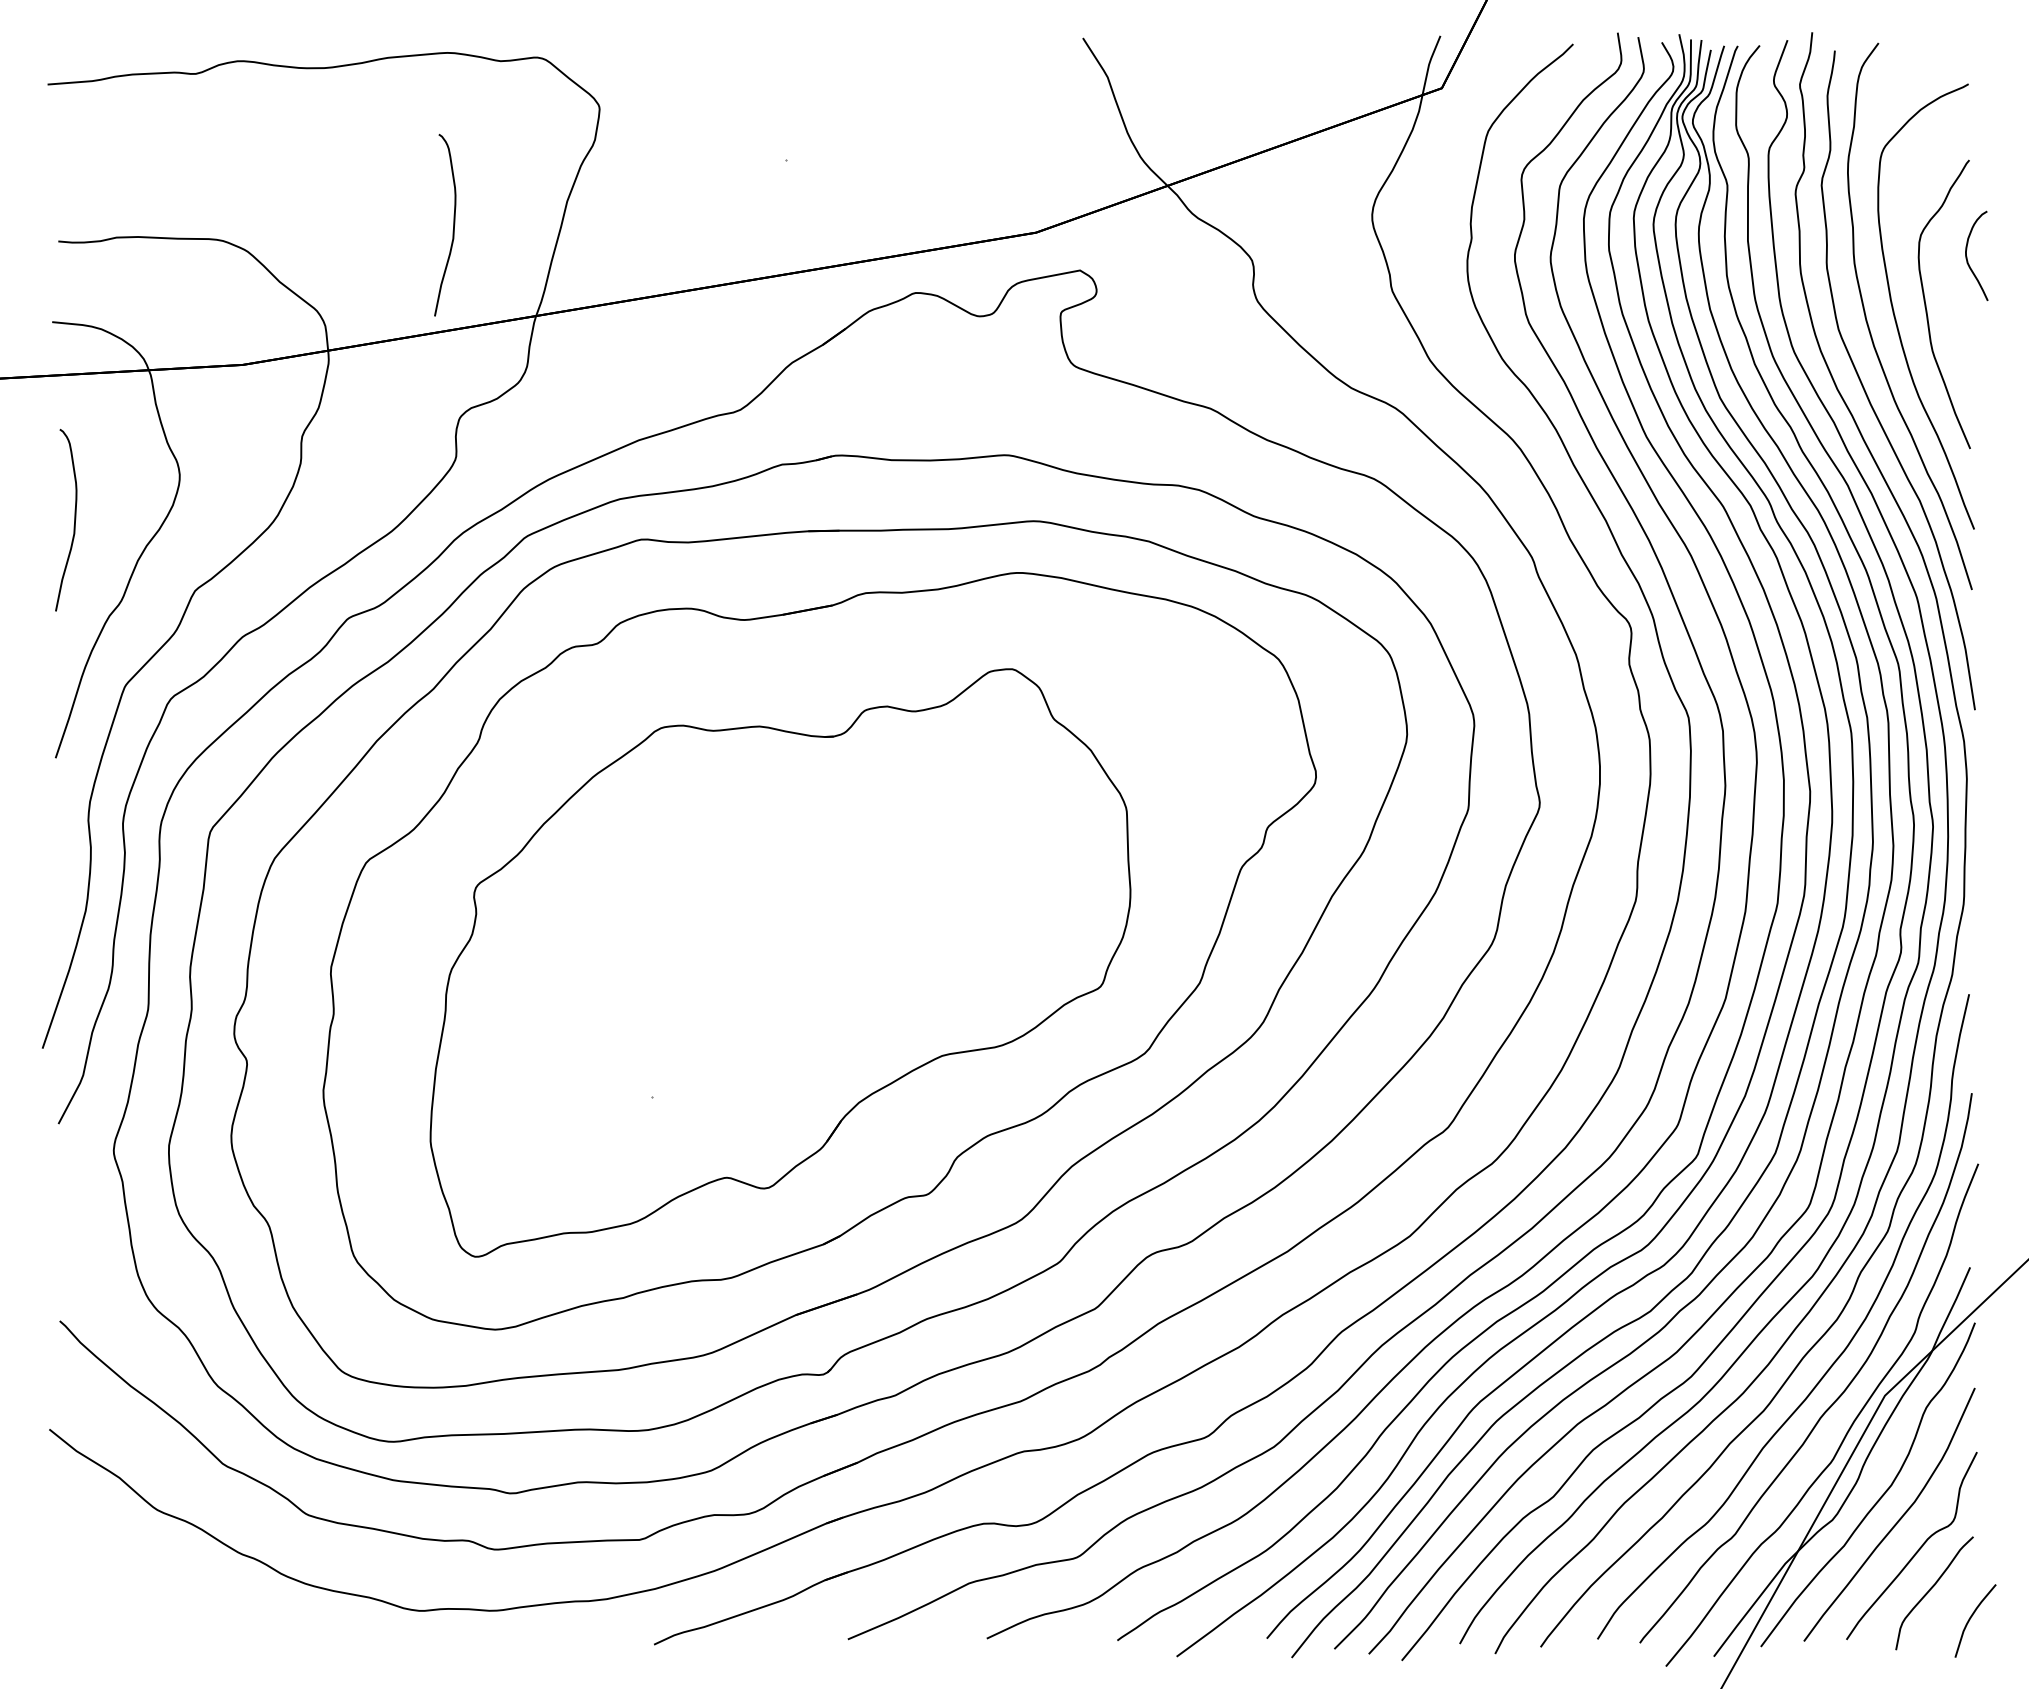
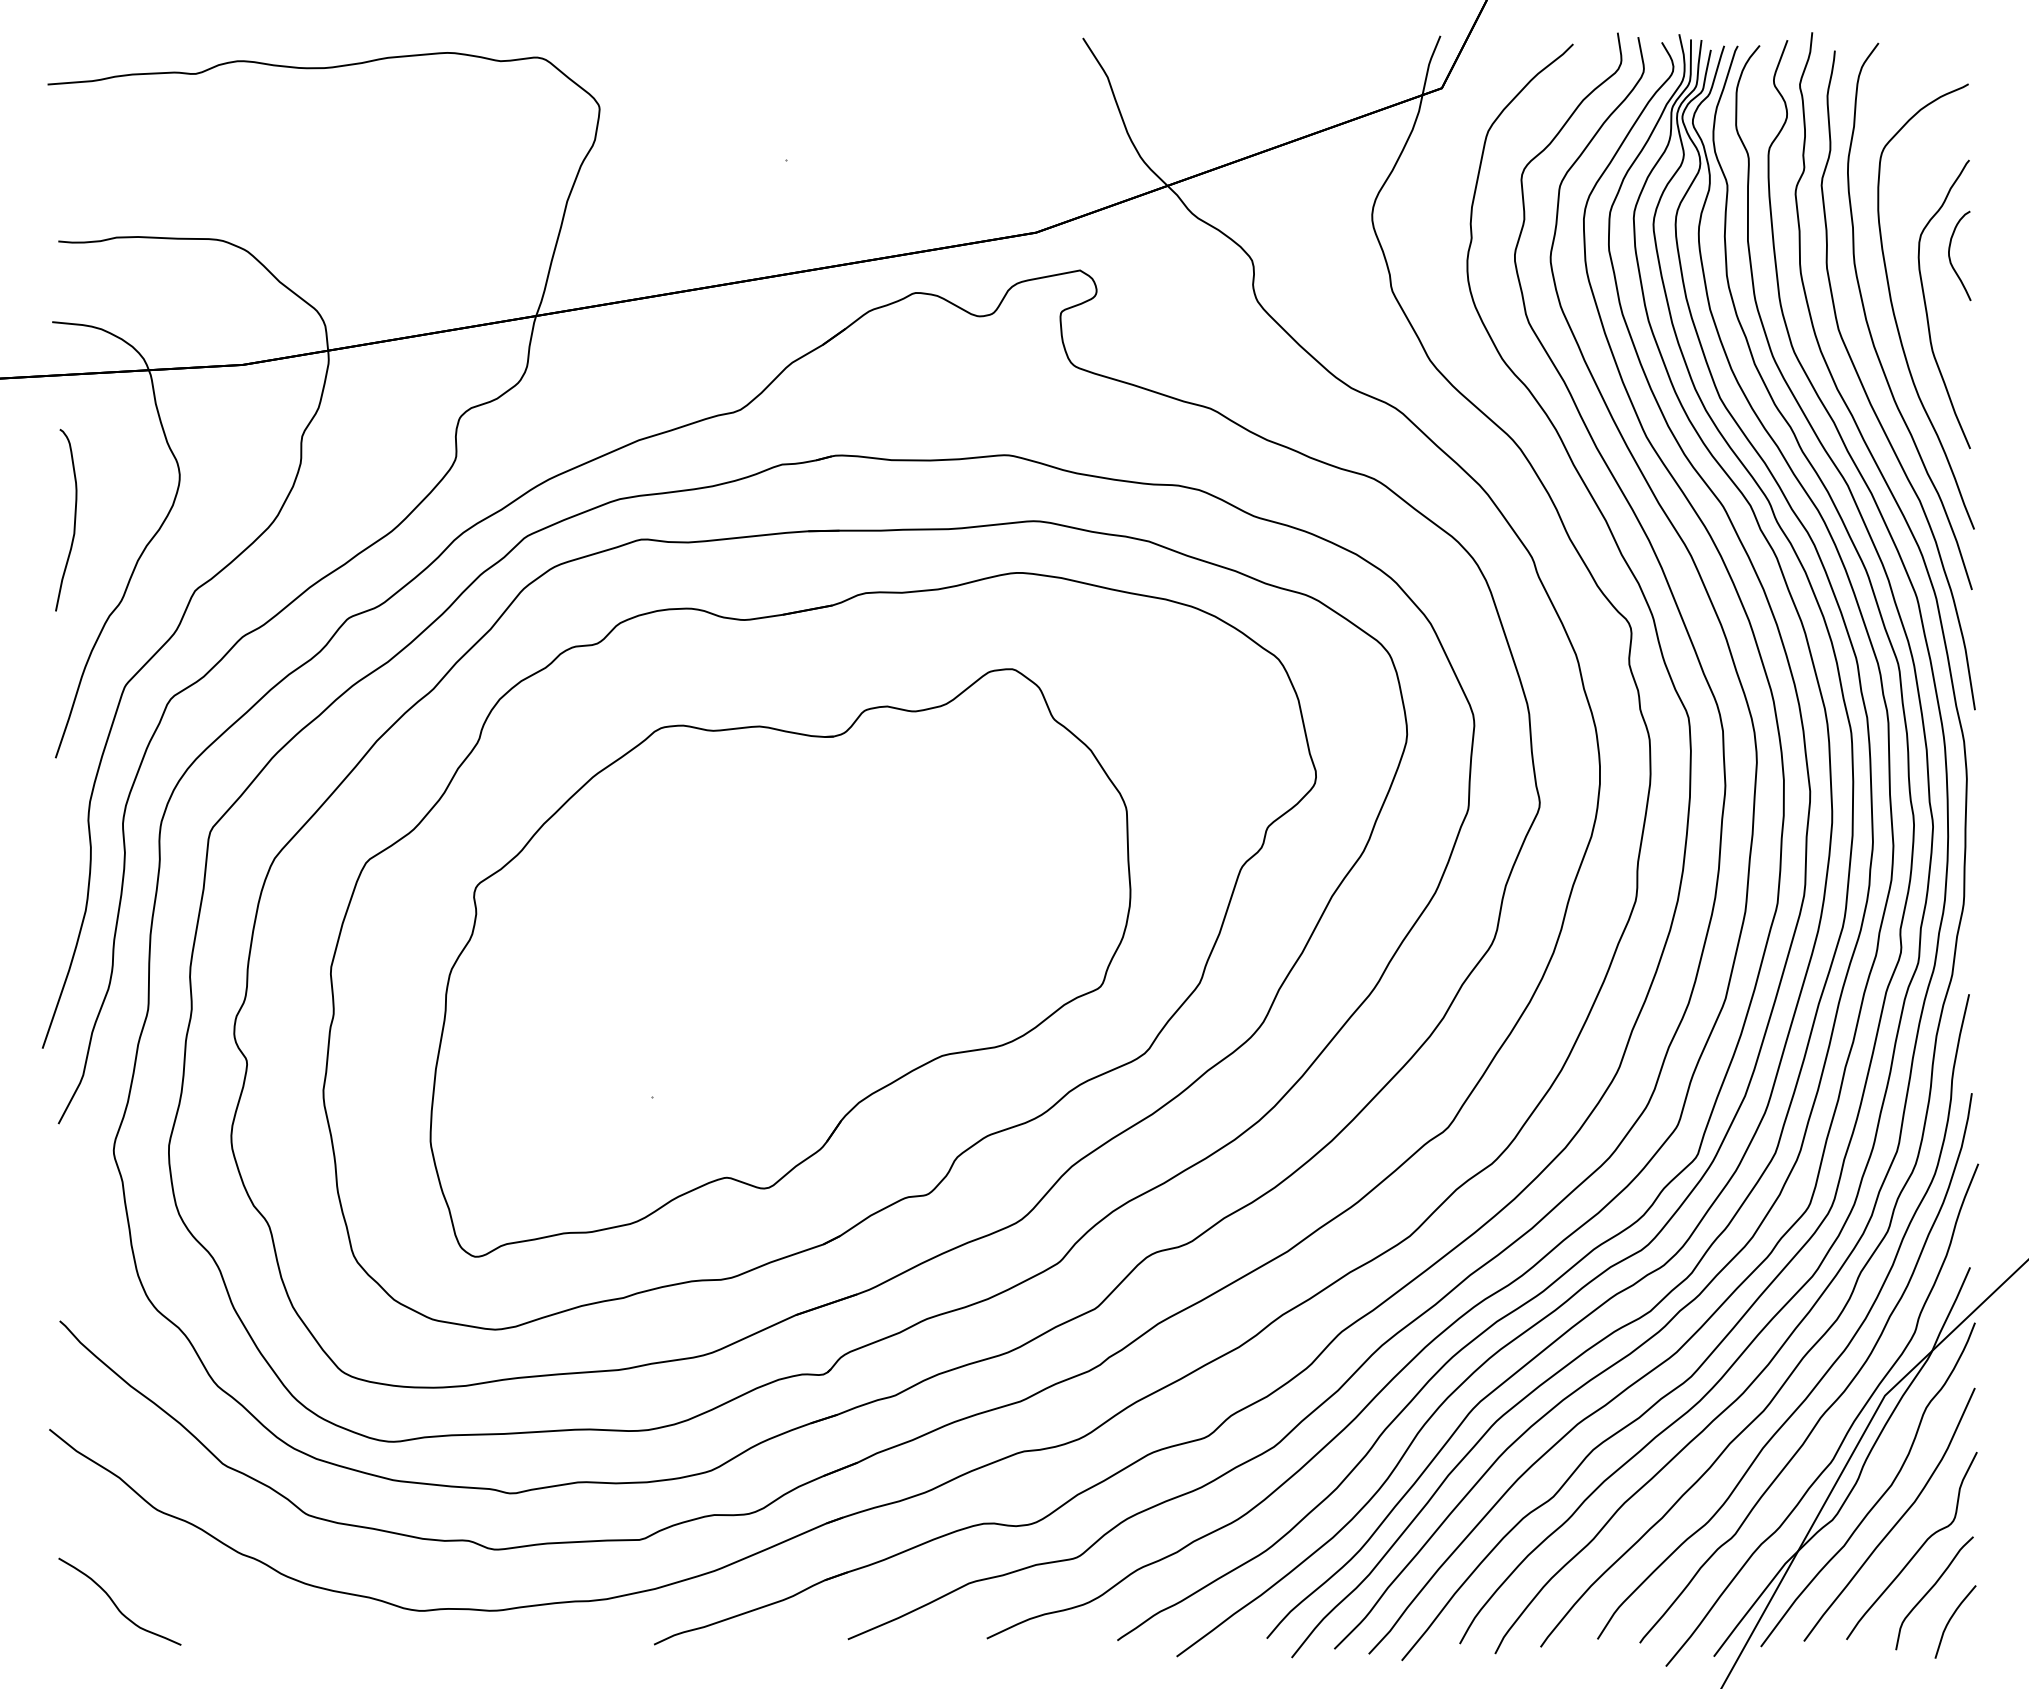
curve at (453, 224): present -> none
curve at (1967, 256) position: (1967, 256) -> (1950, 256)
curve at (116, 1604): none -> present
curve at (1971, 1618) position: (1971, 1618) -> (1951, 1619)
